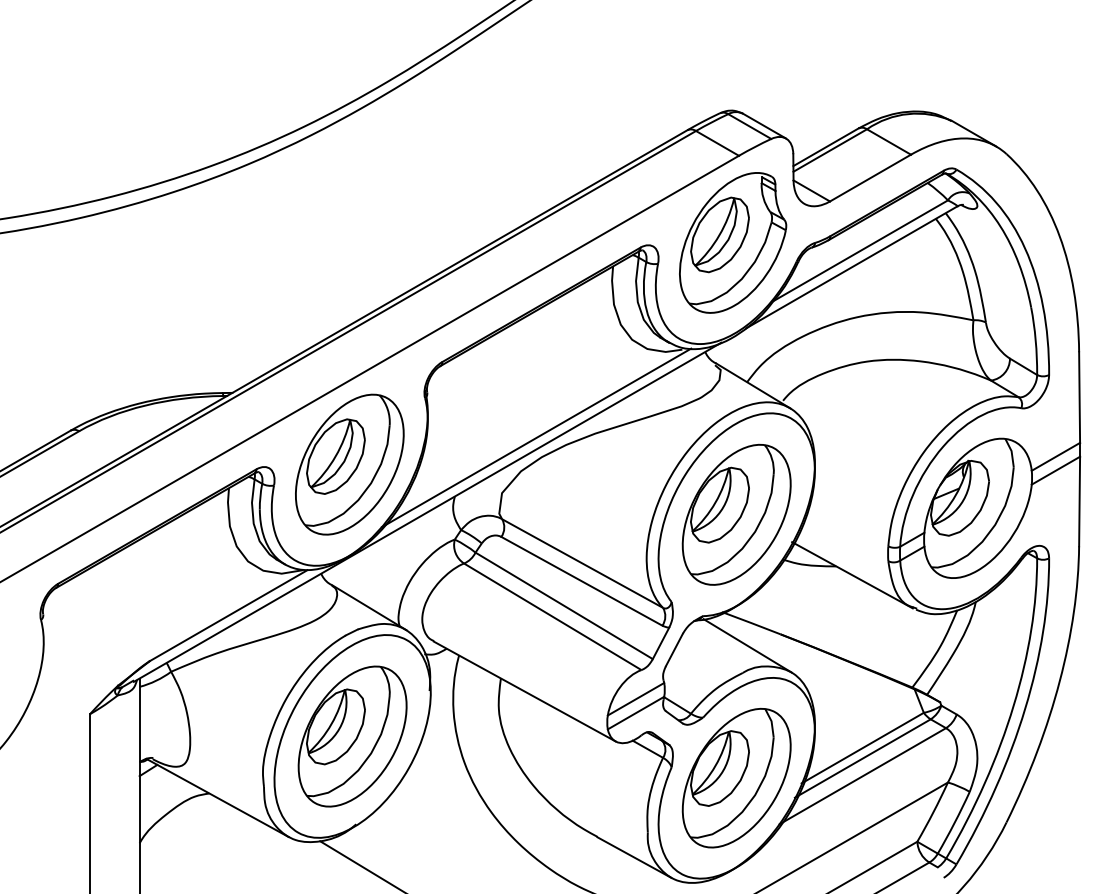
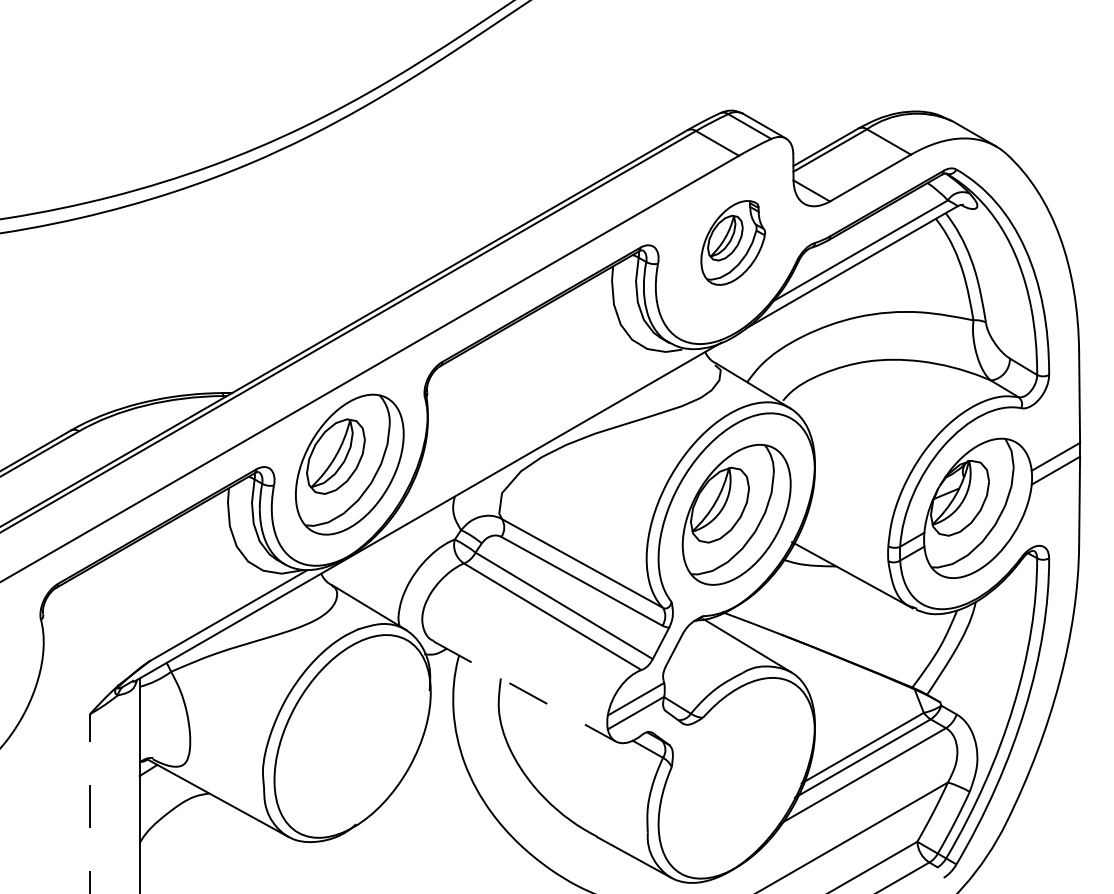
part at (733, 242) size: 109x142 px -> 67x86 px
line at (536, 437): present -> none
line at (524, 691): solid -> dashed
part at (352, 736): present -> none
part at (736, 777): present -> none
line at (89, 804): solid -> dashed
line at (360, 865): present -> none
